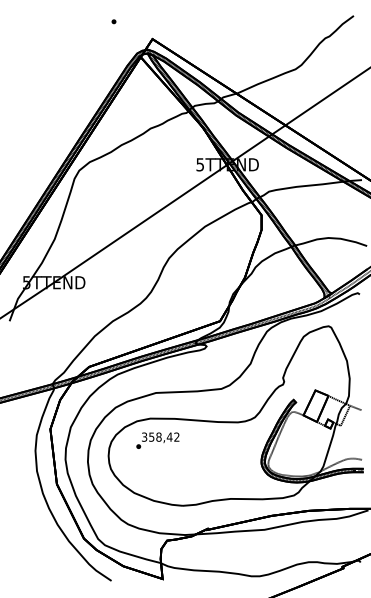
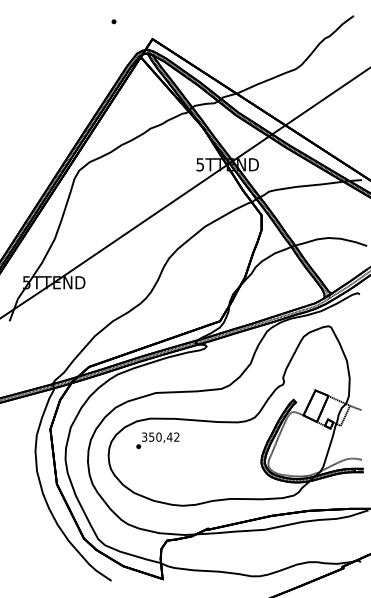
text at (158, 436): 358,42 -> 350,42
